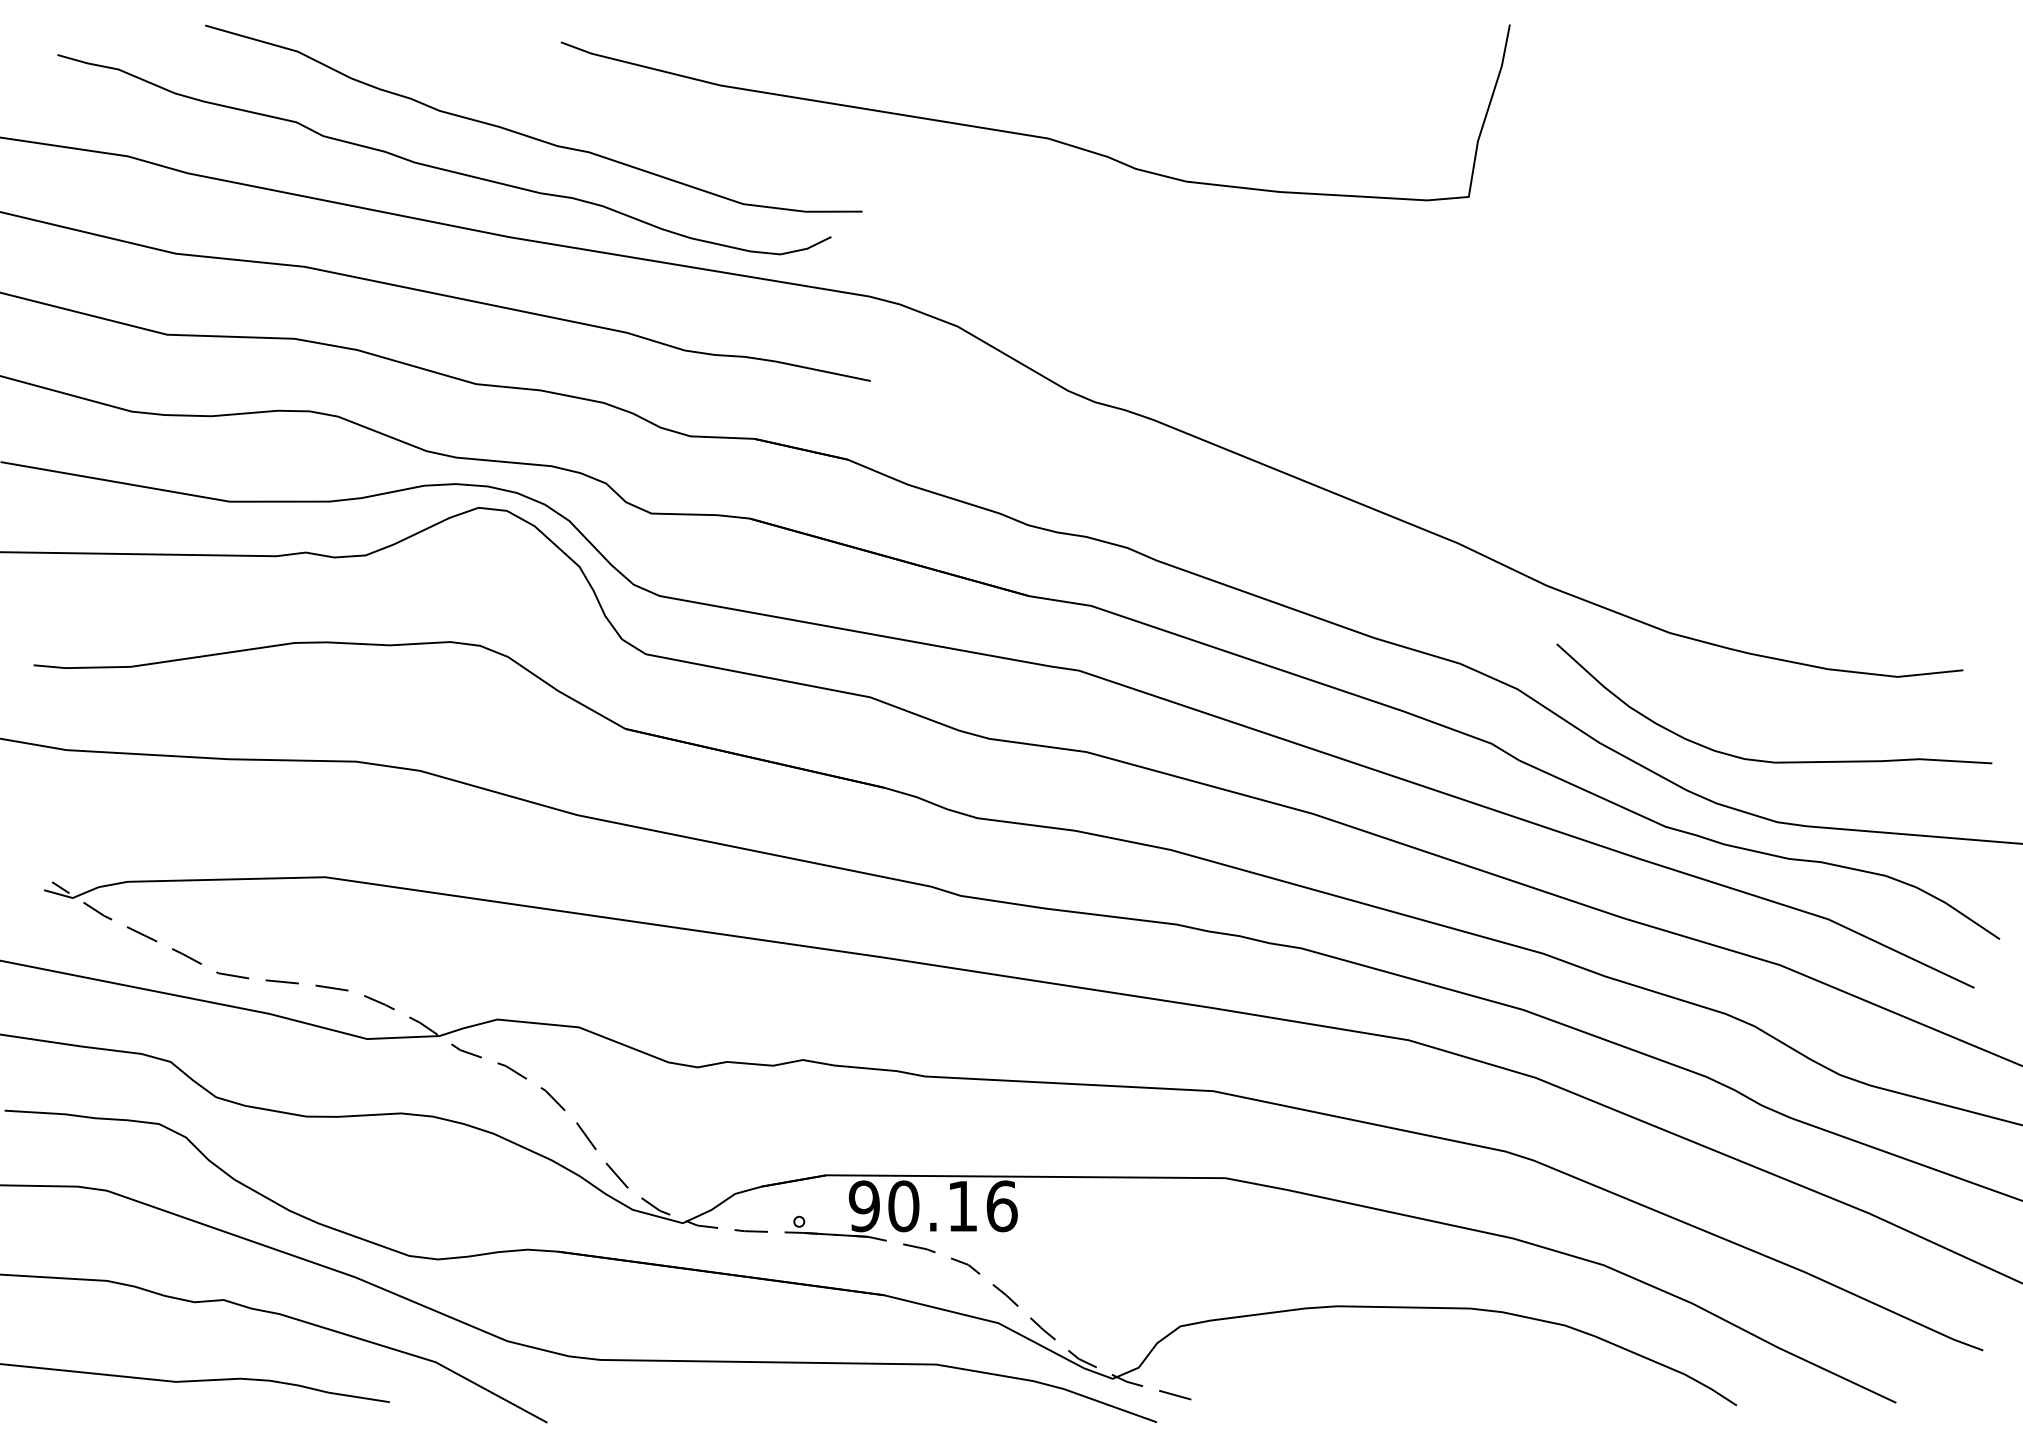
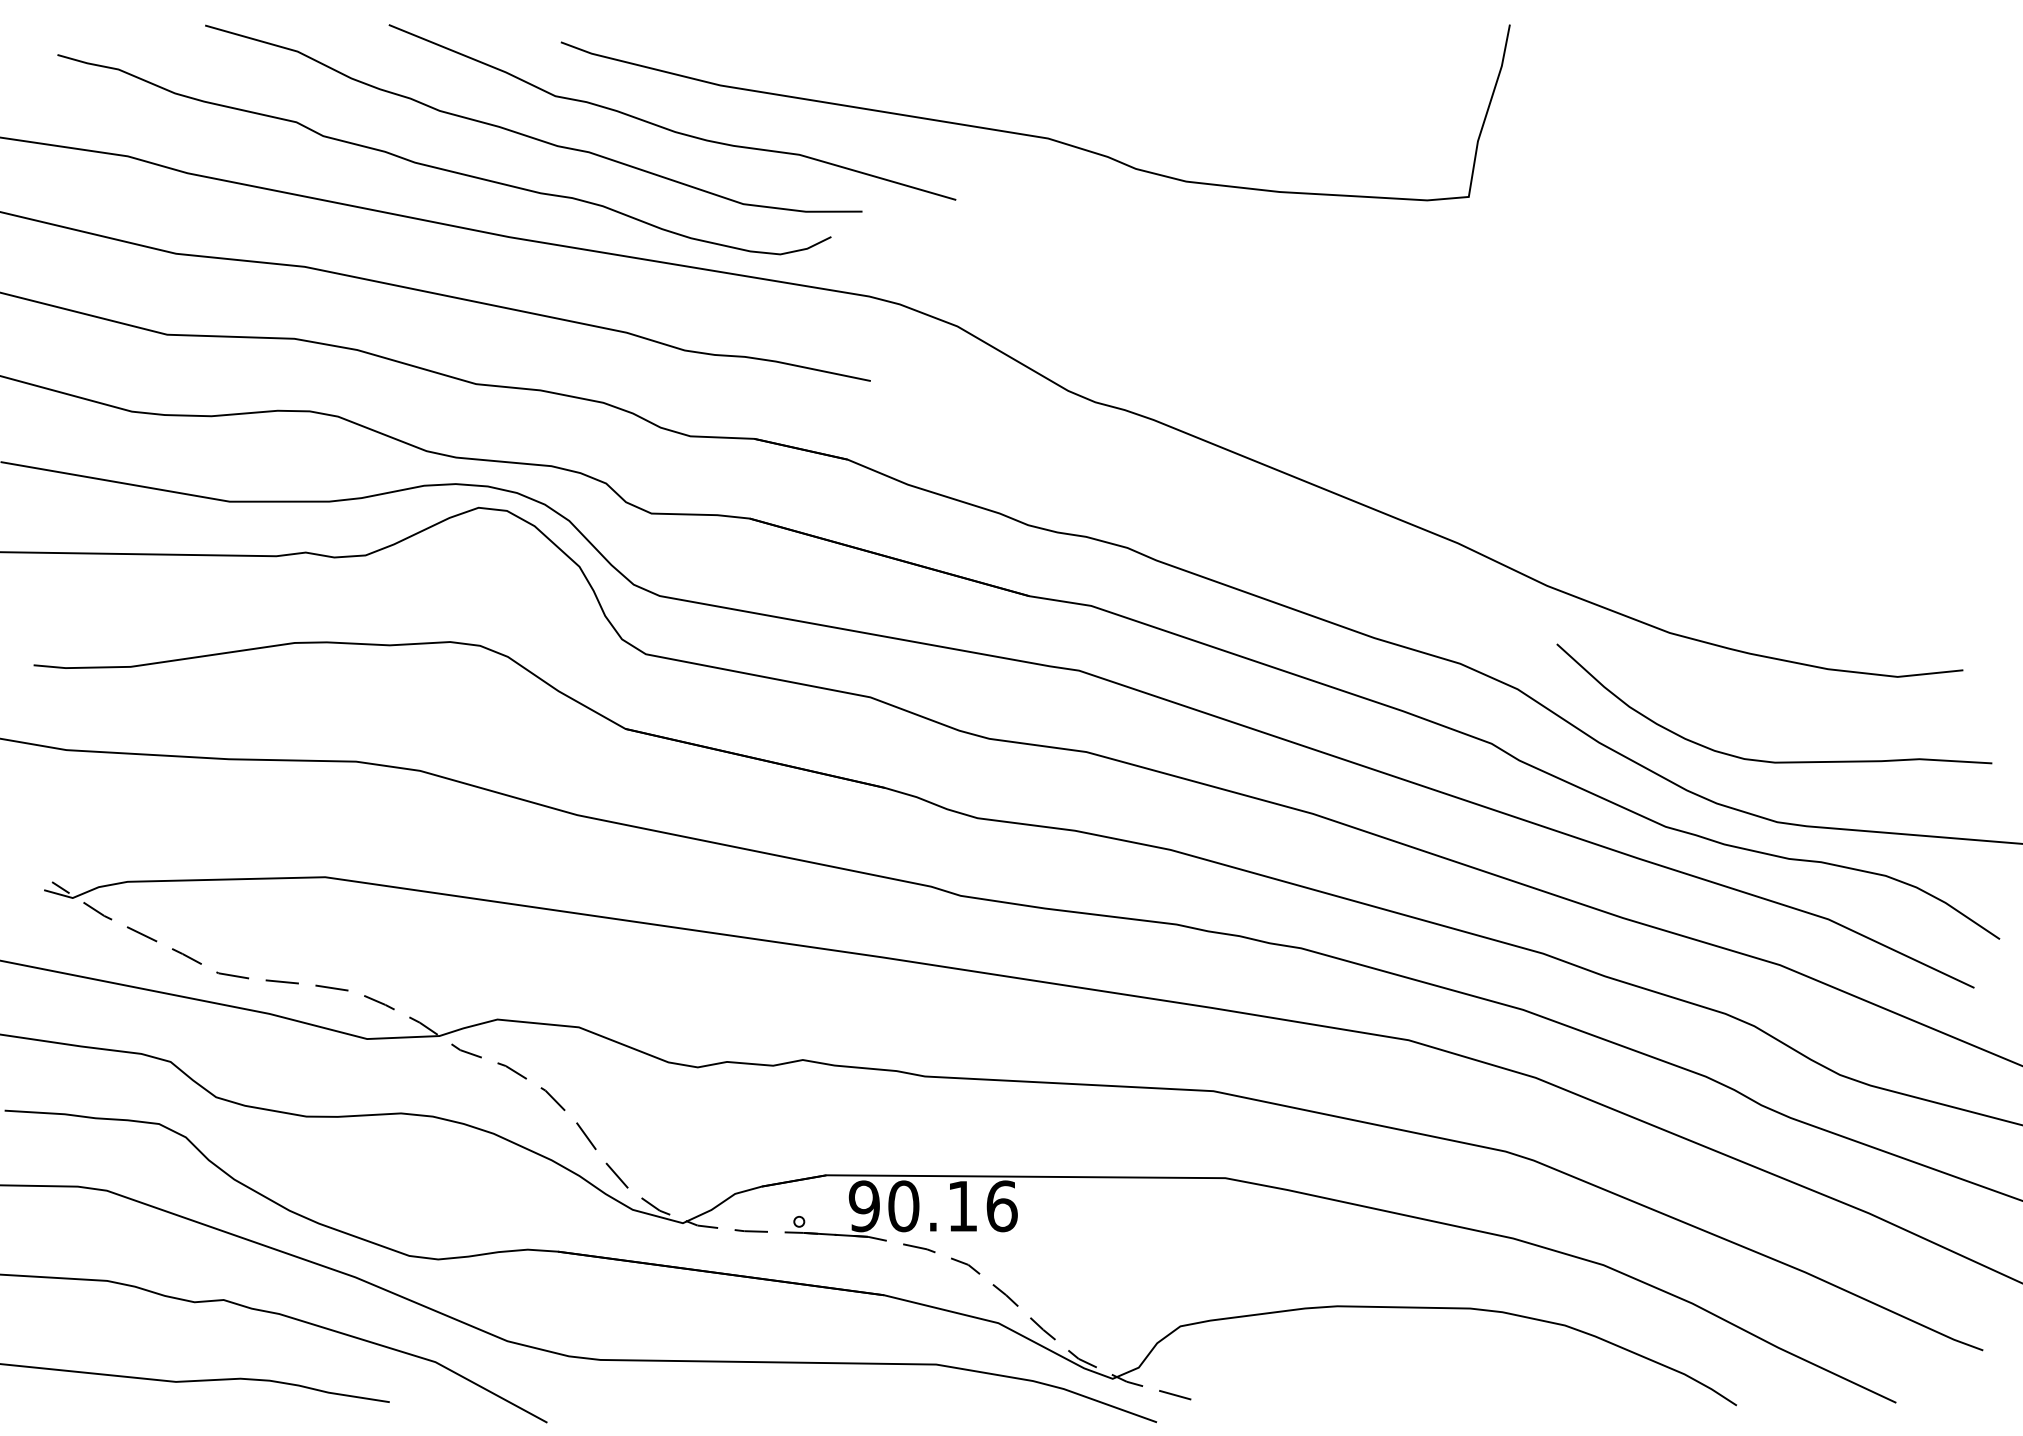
curve at (666, 127): none -> present
